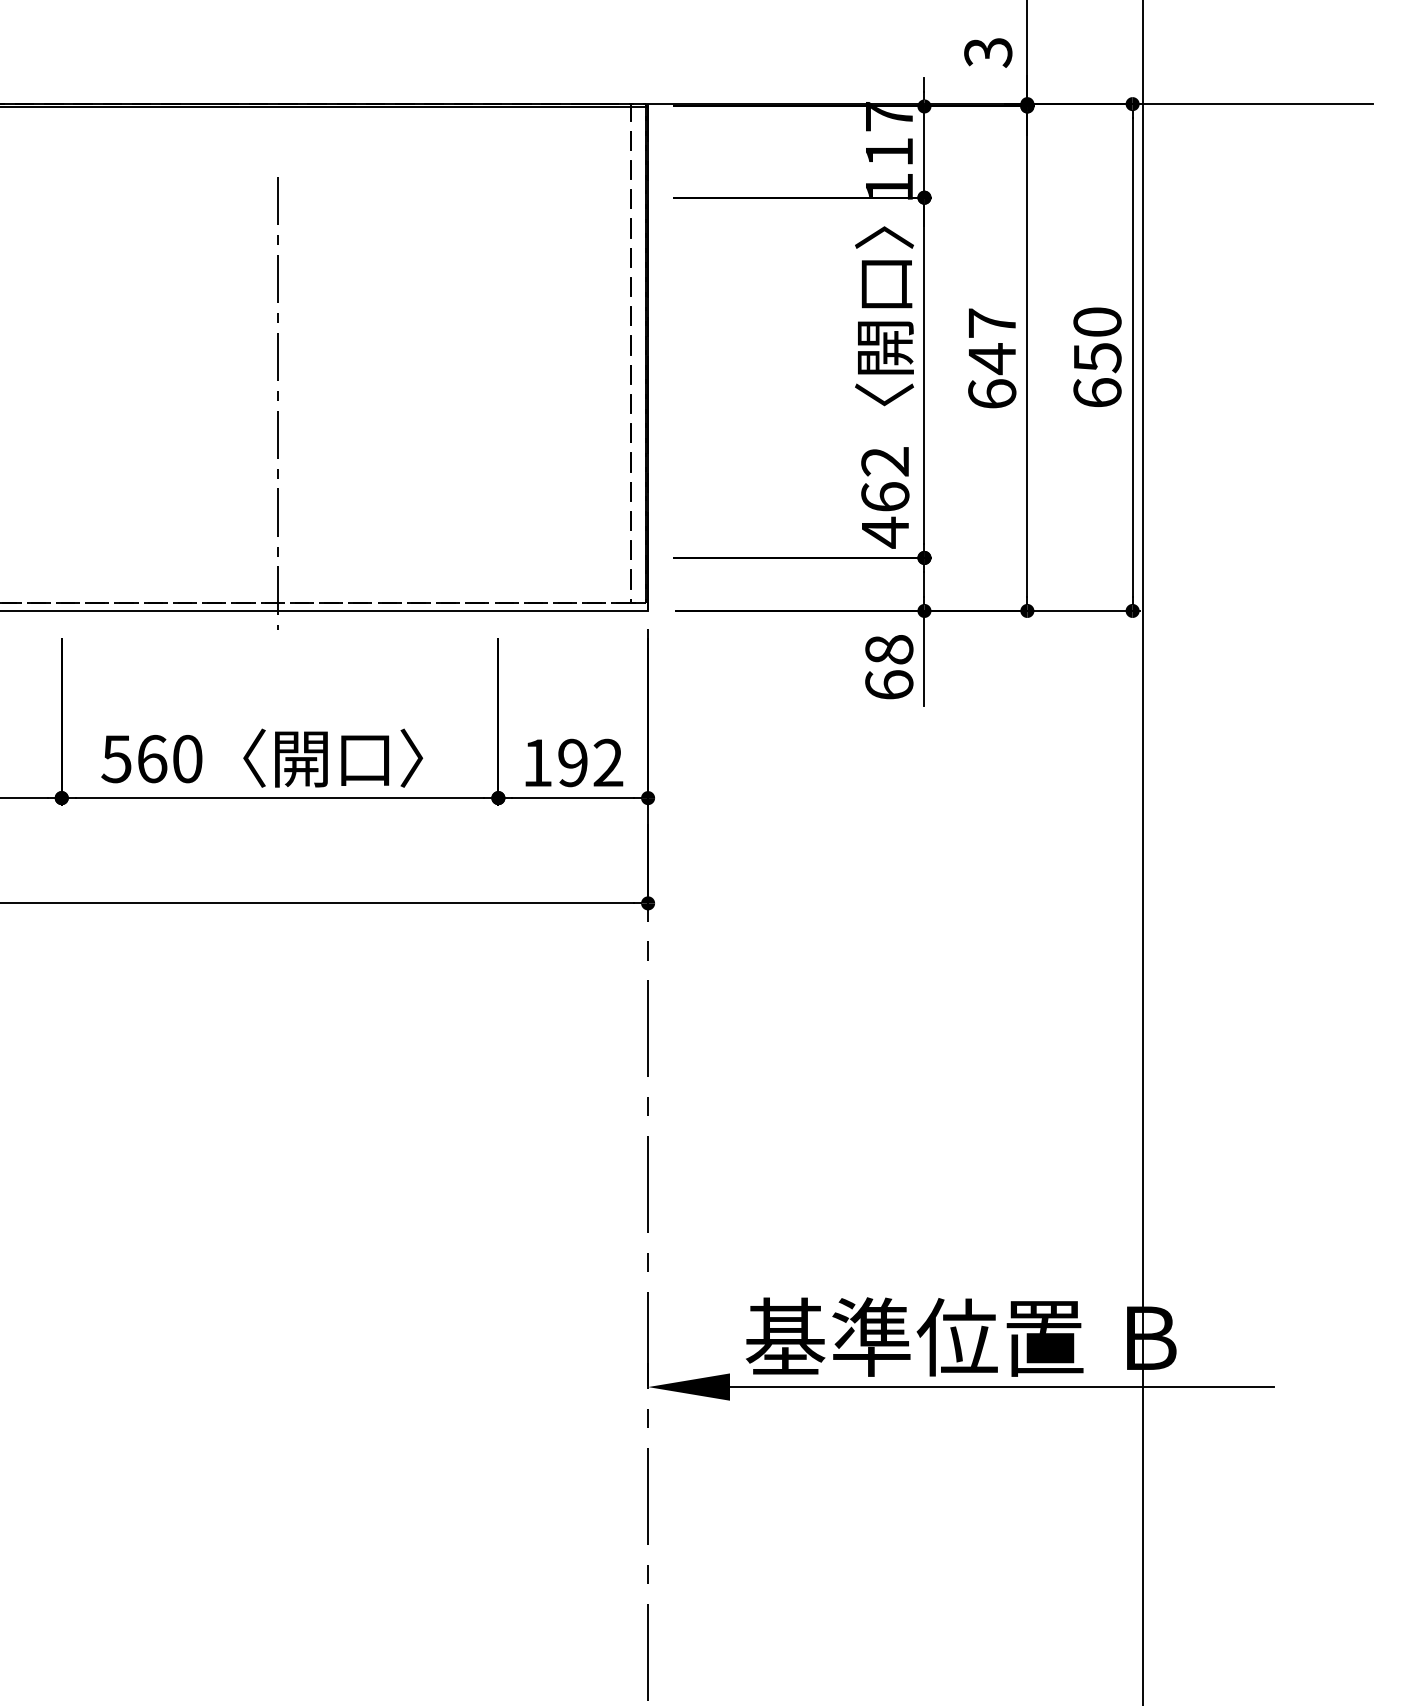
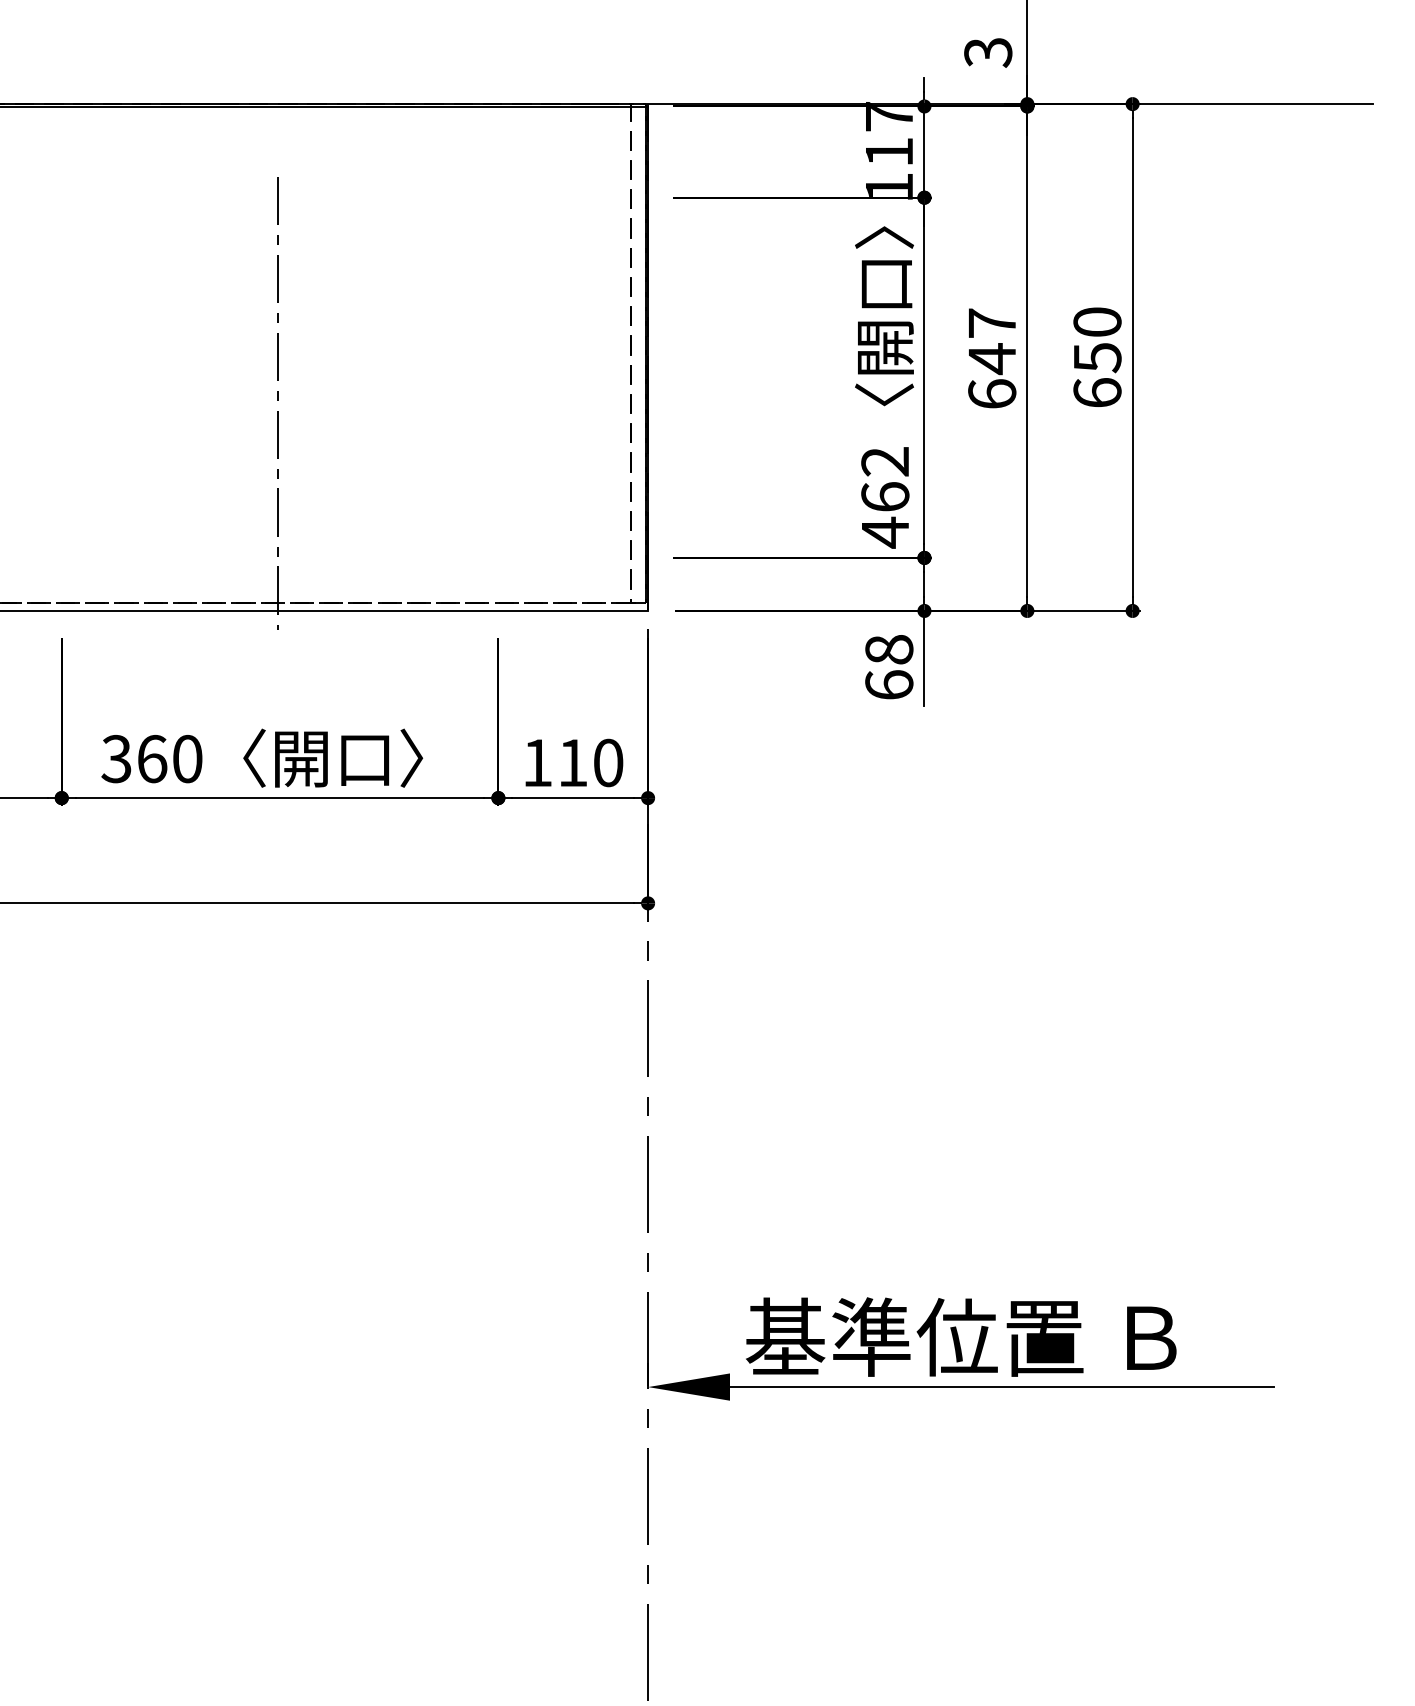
text at (116, 758): 560 -> 360
text at (590, 762): 192 -> 110
line at (1142, 852): present -> none
